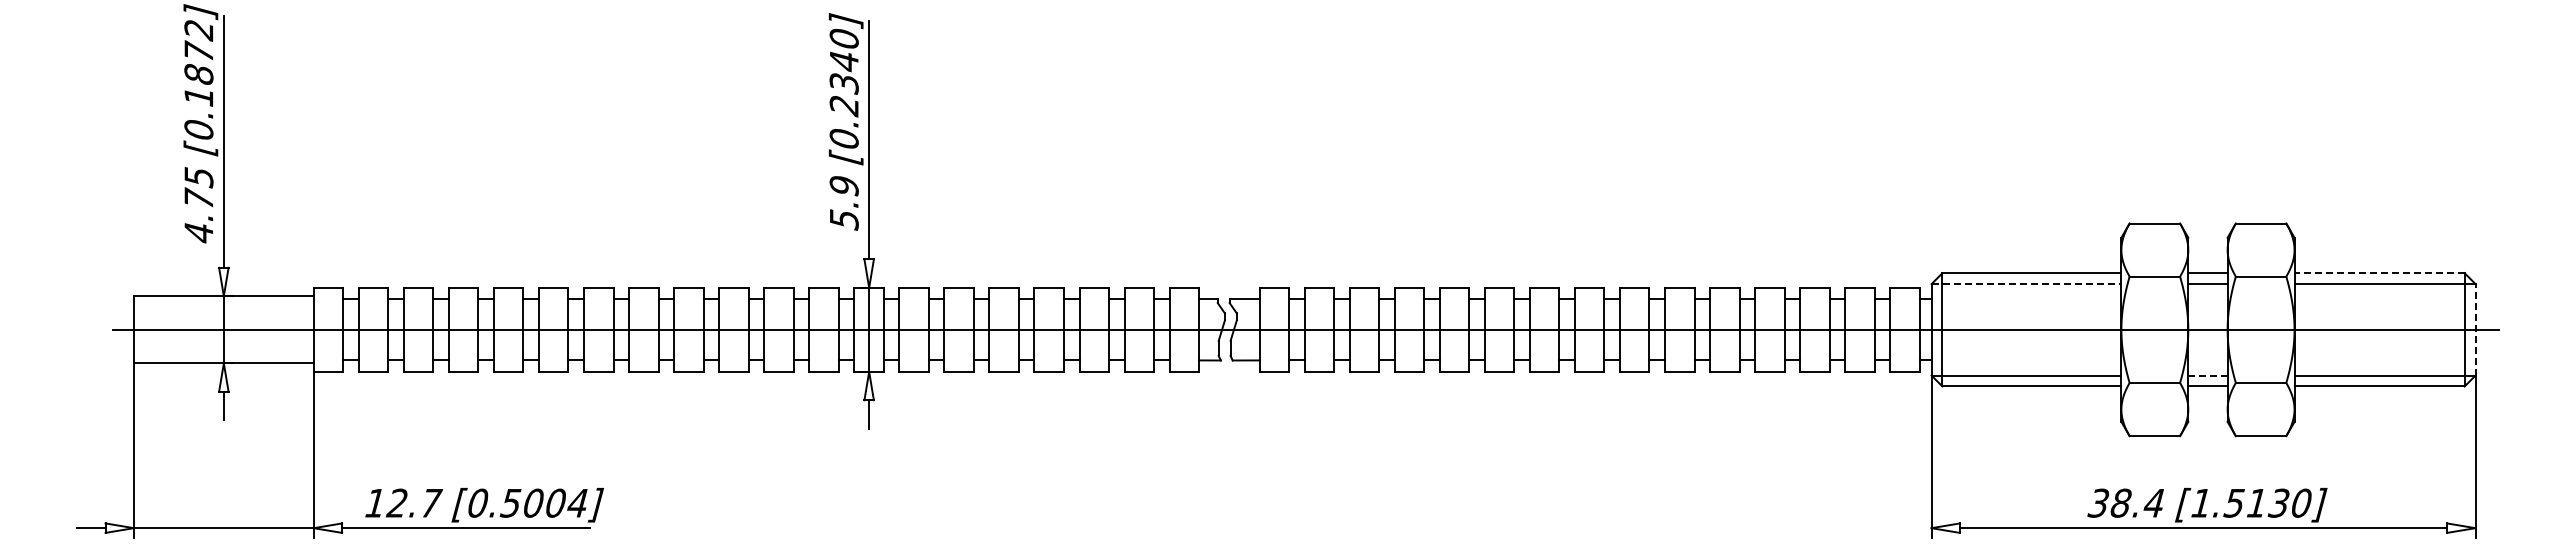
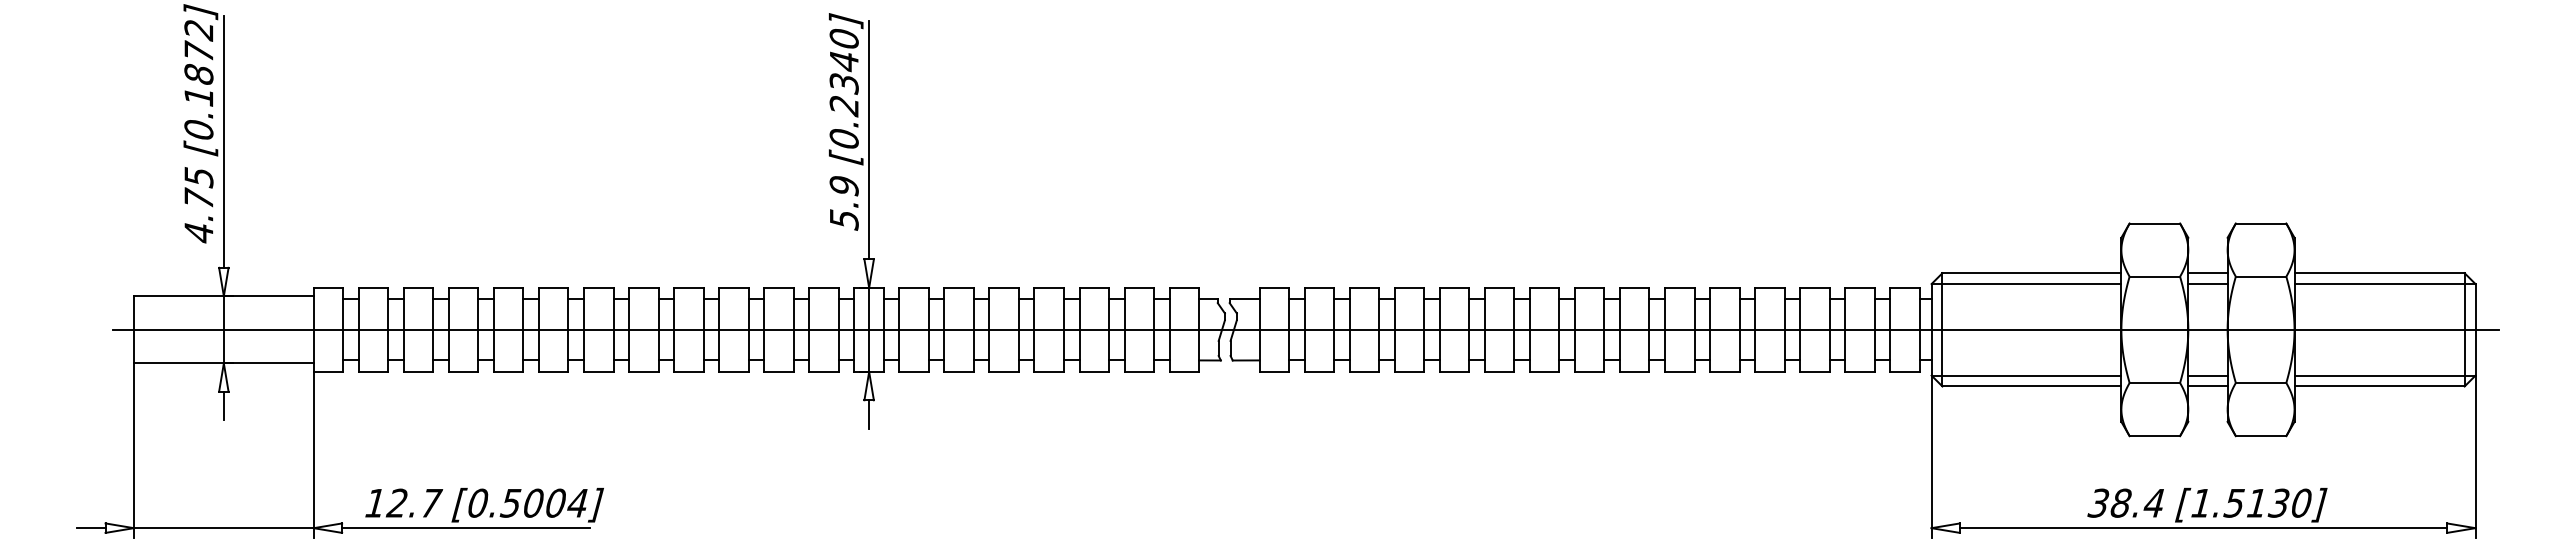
line at (2379, 273): dashed -> solid
line at (2026, 284): dashed -> solid
line at (2475, 329): dashed -> solid
line at (2207, 375): dashed -> solid
